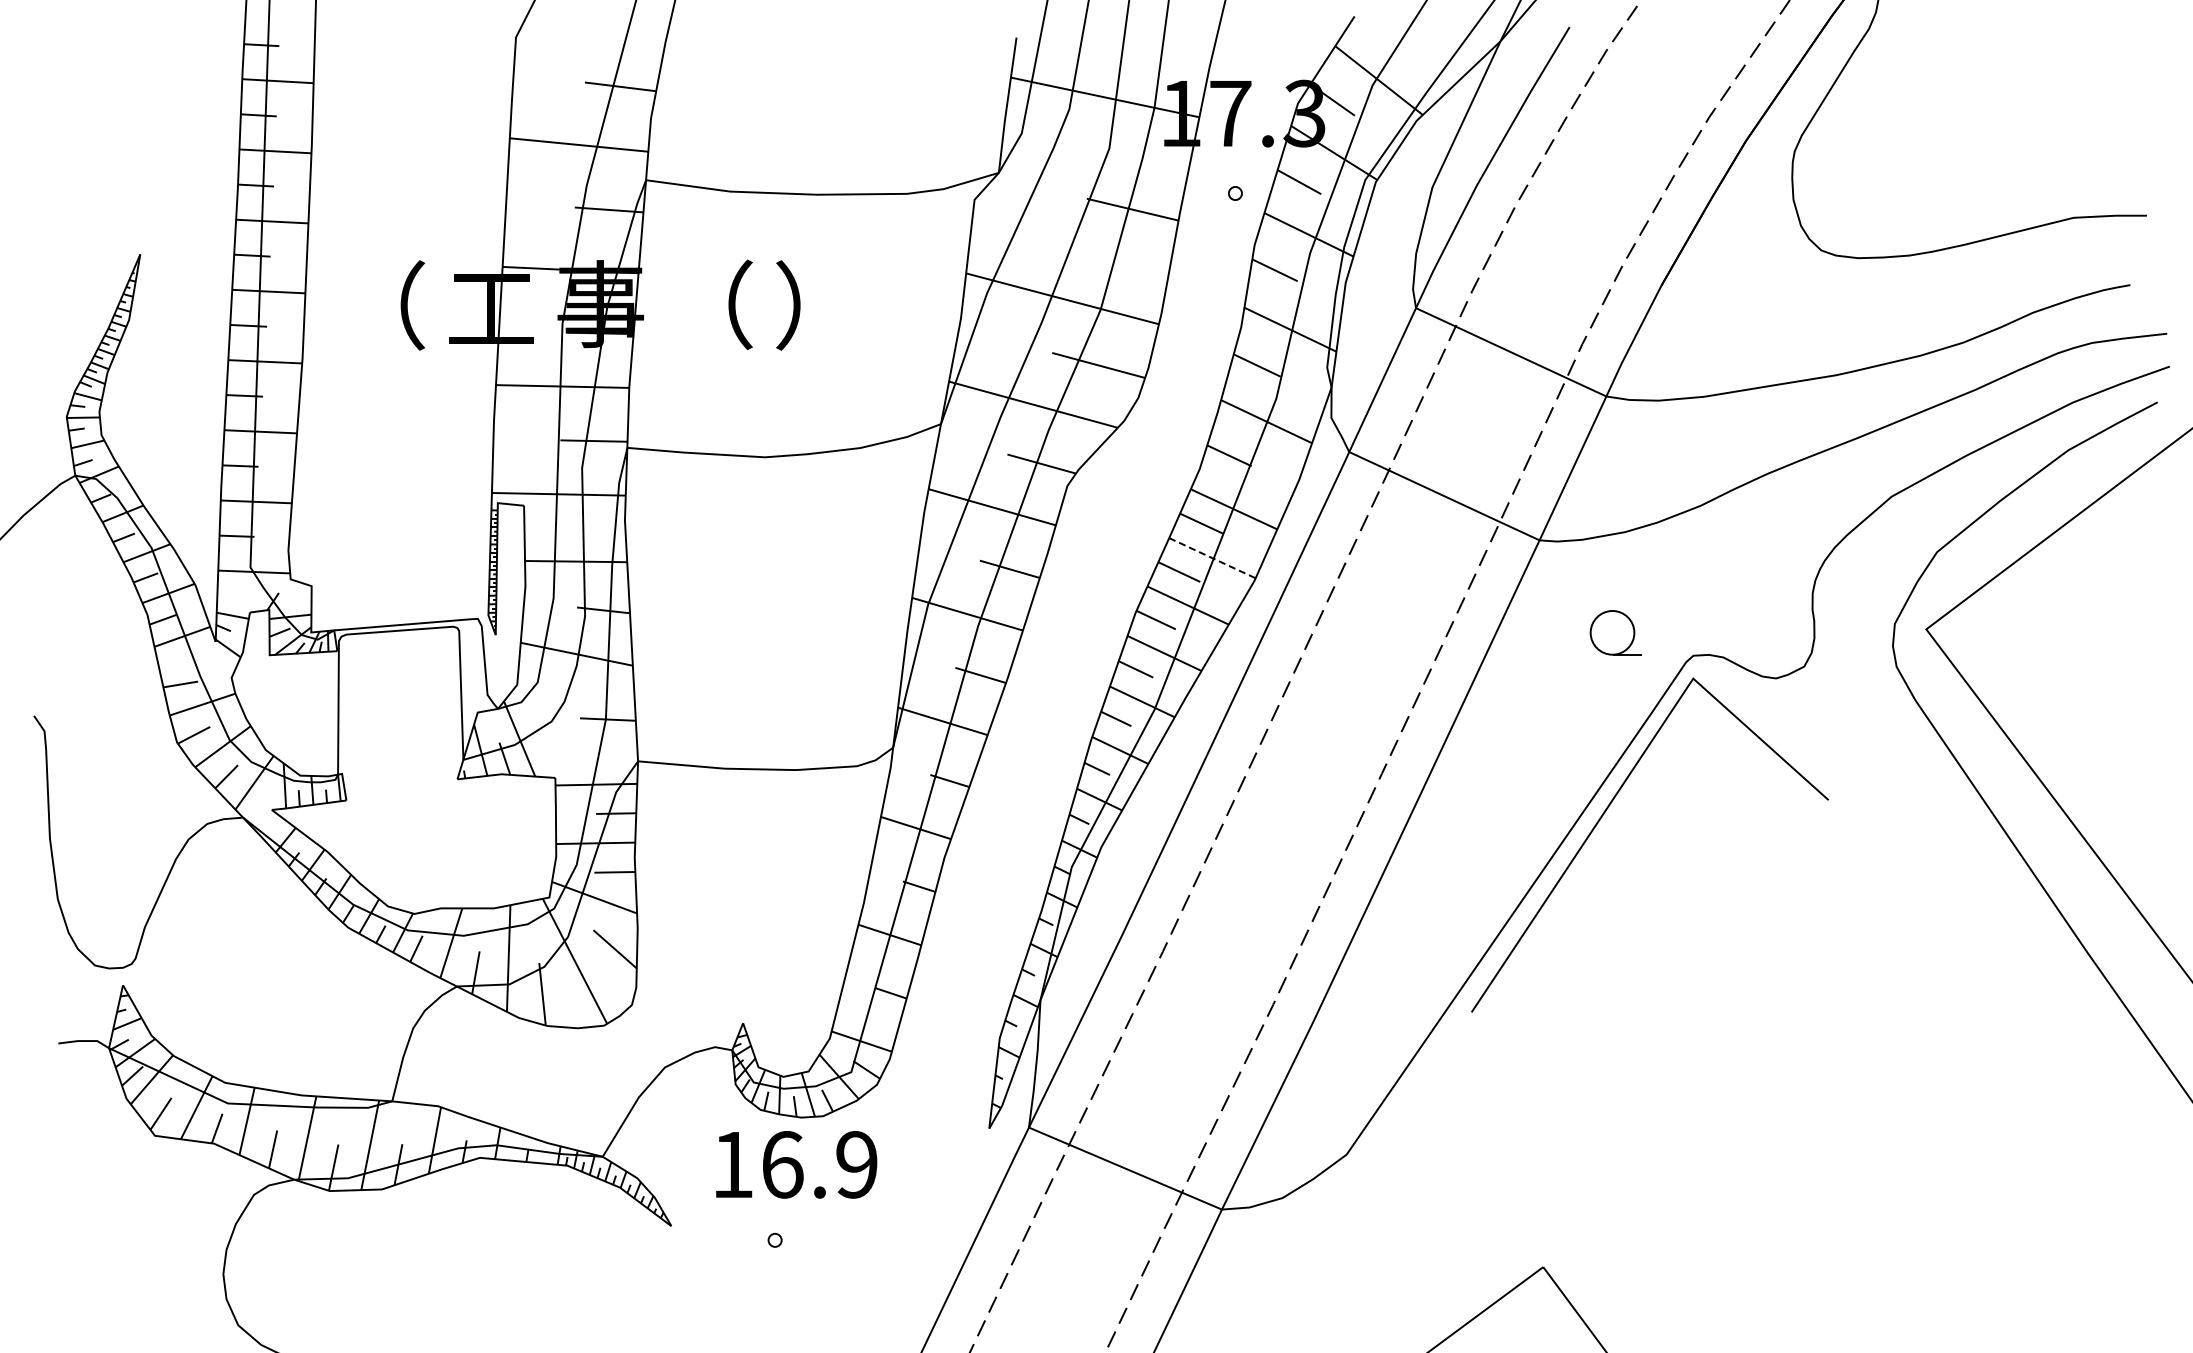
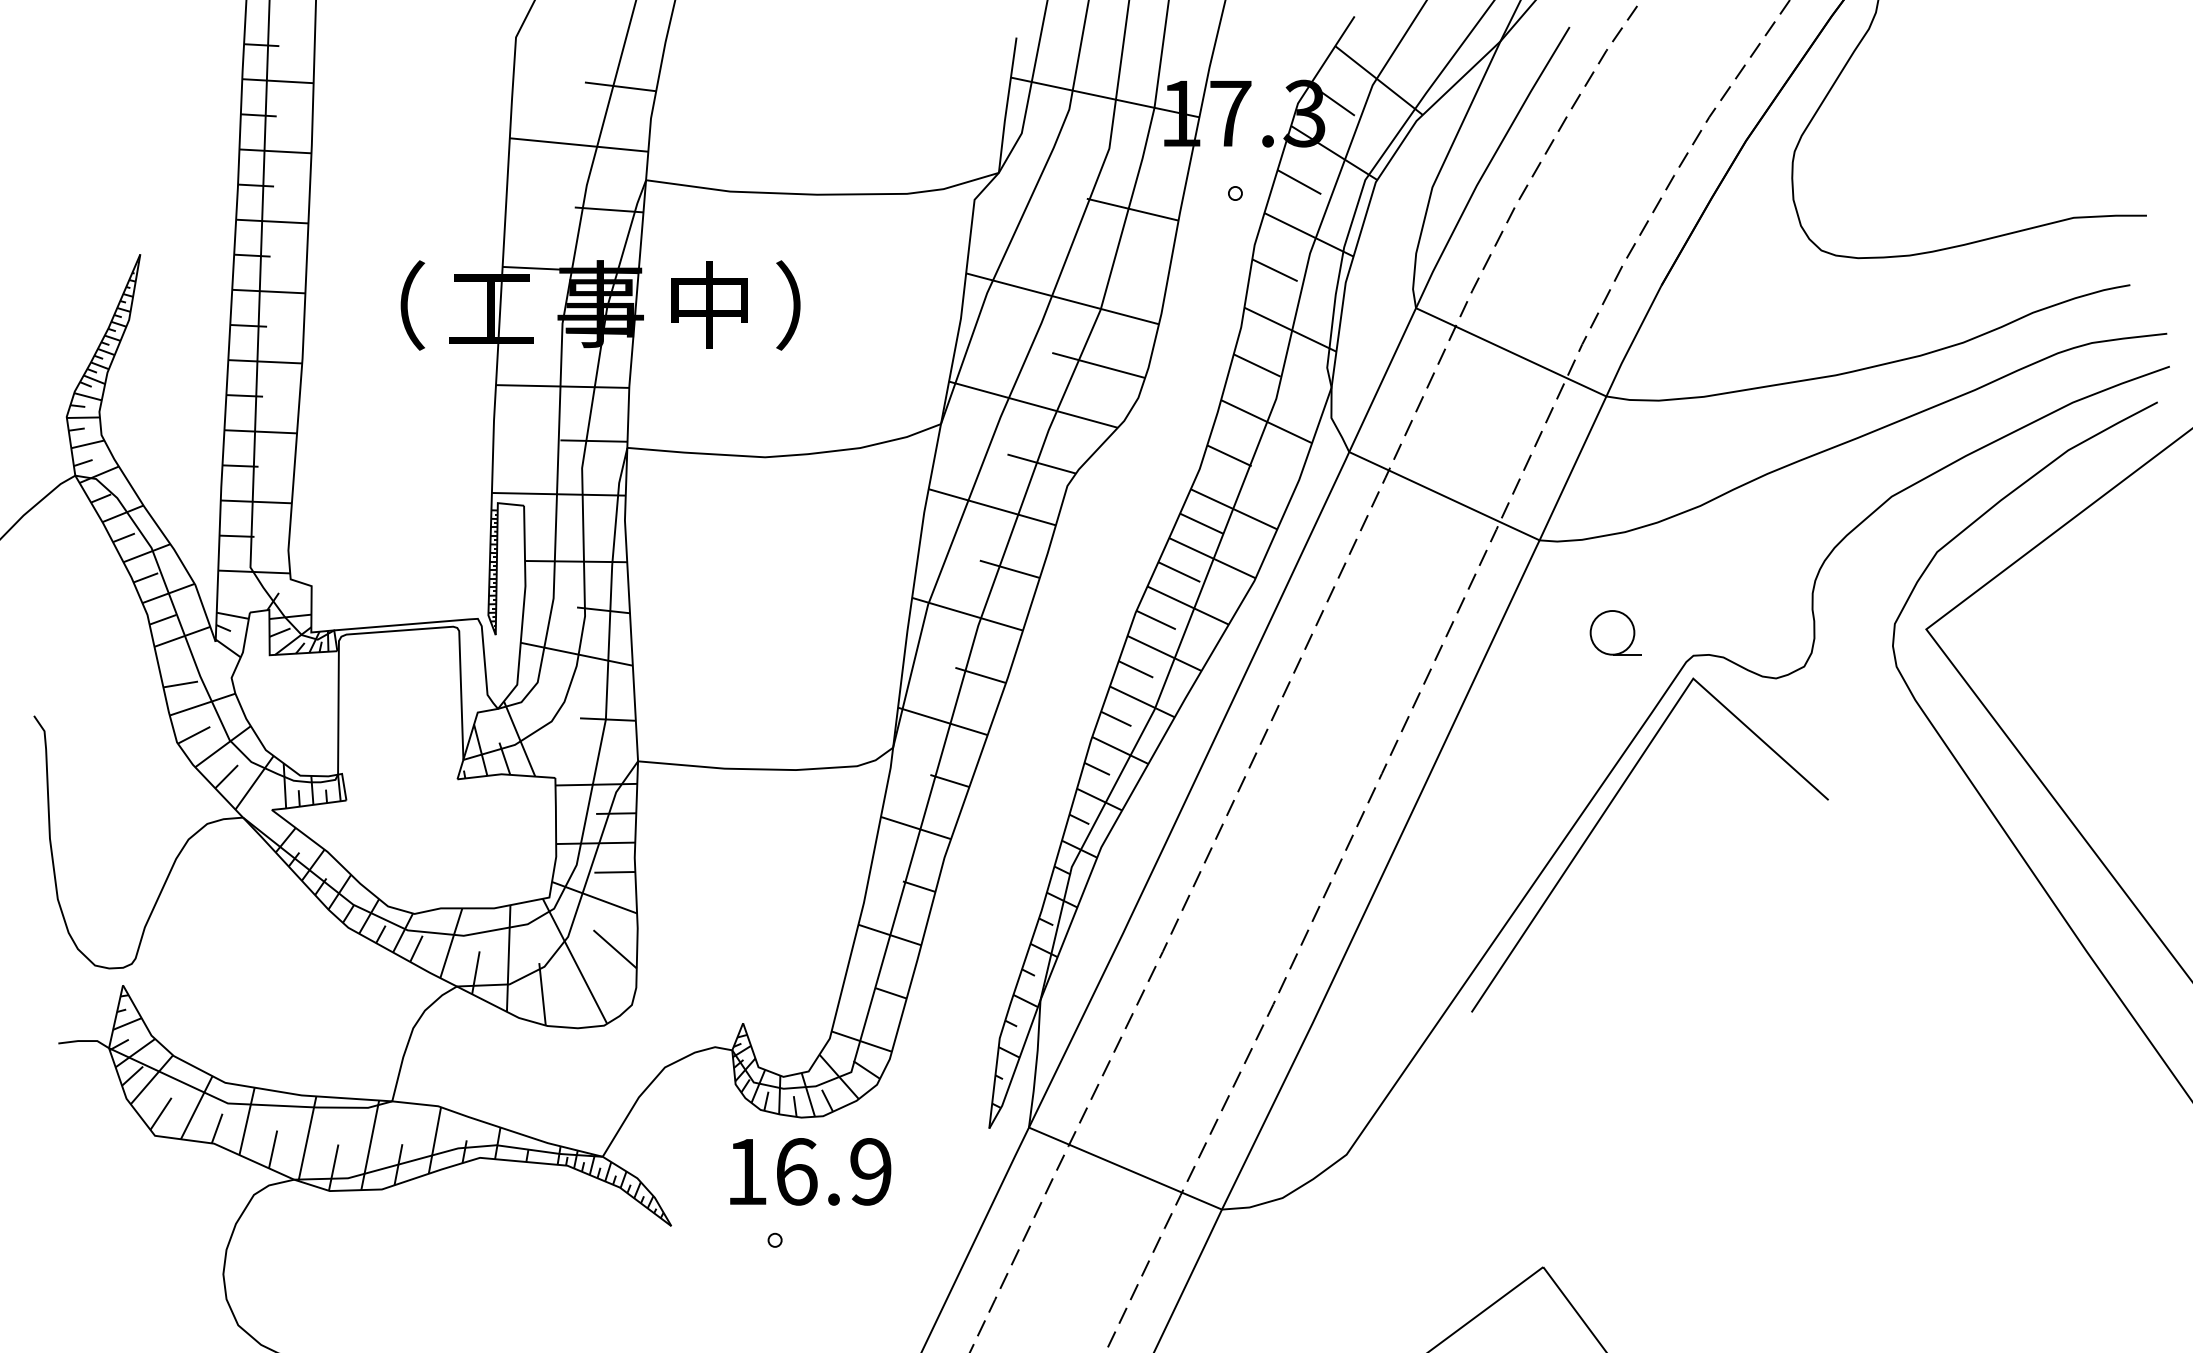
text at (711, 304): （ -> 中
line at (1212, 558): dashed -> solid
text at (796, 1164) position: (796, 1164) -> (810, 1171)
